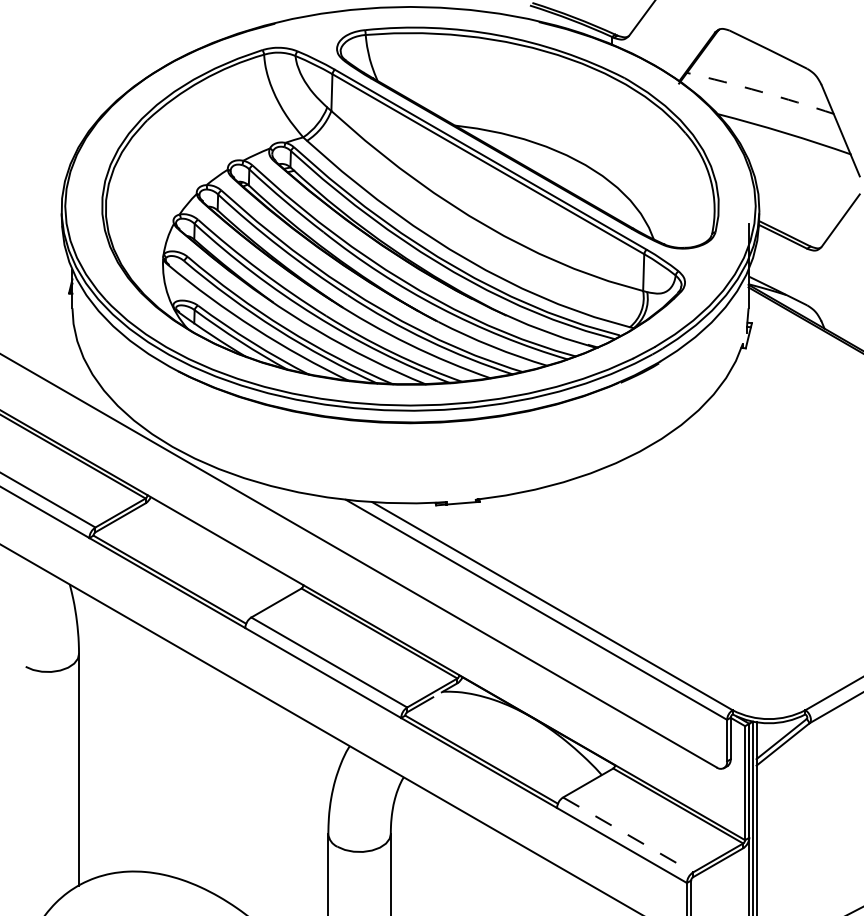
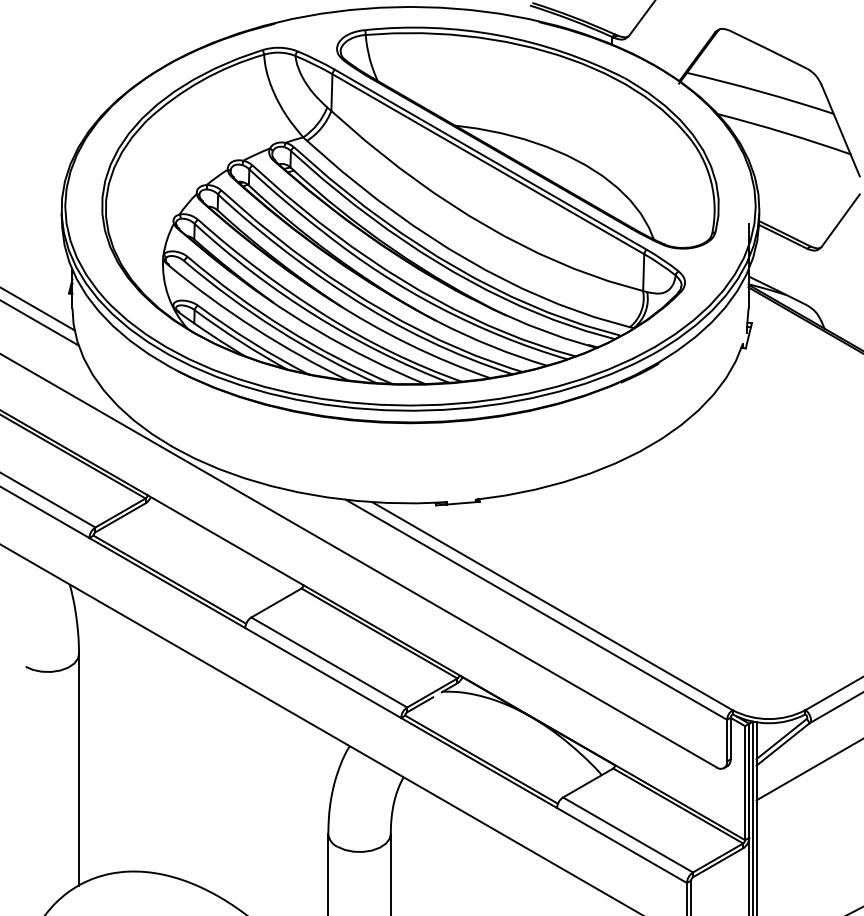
arc at (761, 91): dashed -> solid
line at (38, 309): none -> present
line at (40, 323): none -> present
line at (808, 770): none -> present
line at (628, 834): dashed -> solid
